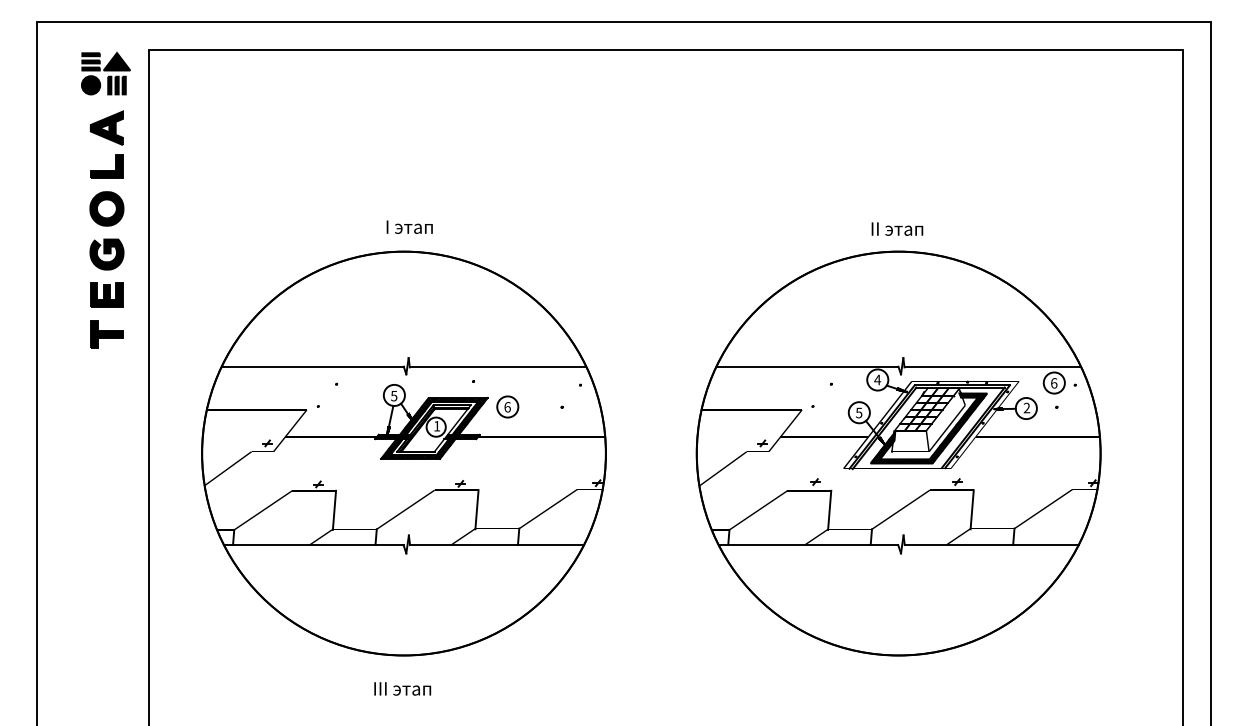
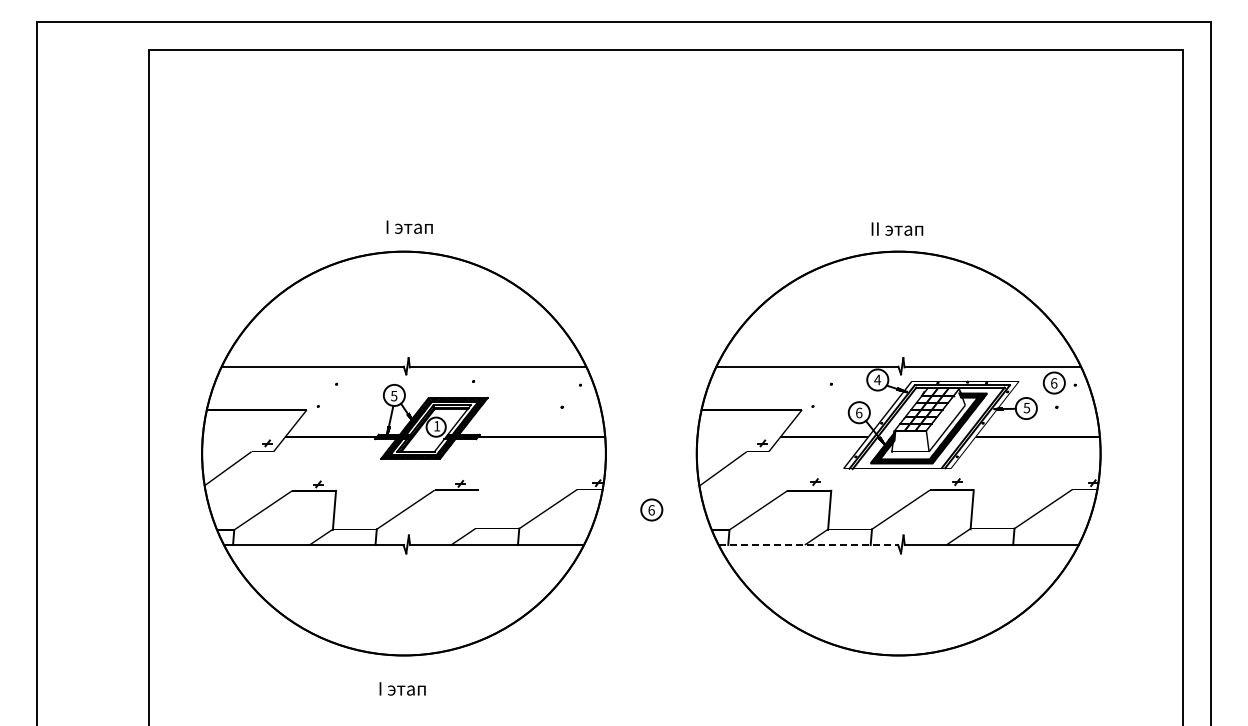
part at (105, 199): present -> none
part at (507, 406) position: (507, 406) -> (651, 509)
text at (1026, 407): 2 -> 5
text at (859, 412): 5 -> 6
line at (476, 509): present -> none
line at (808, 545): solid -> dashed
text at (402, 688): III этап -> I этап
